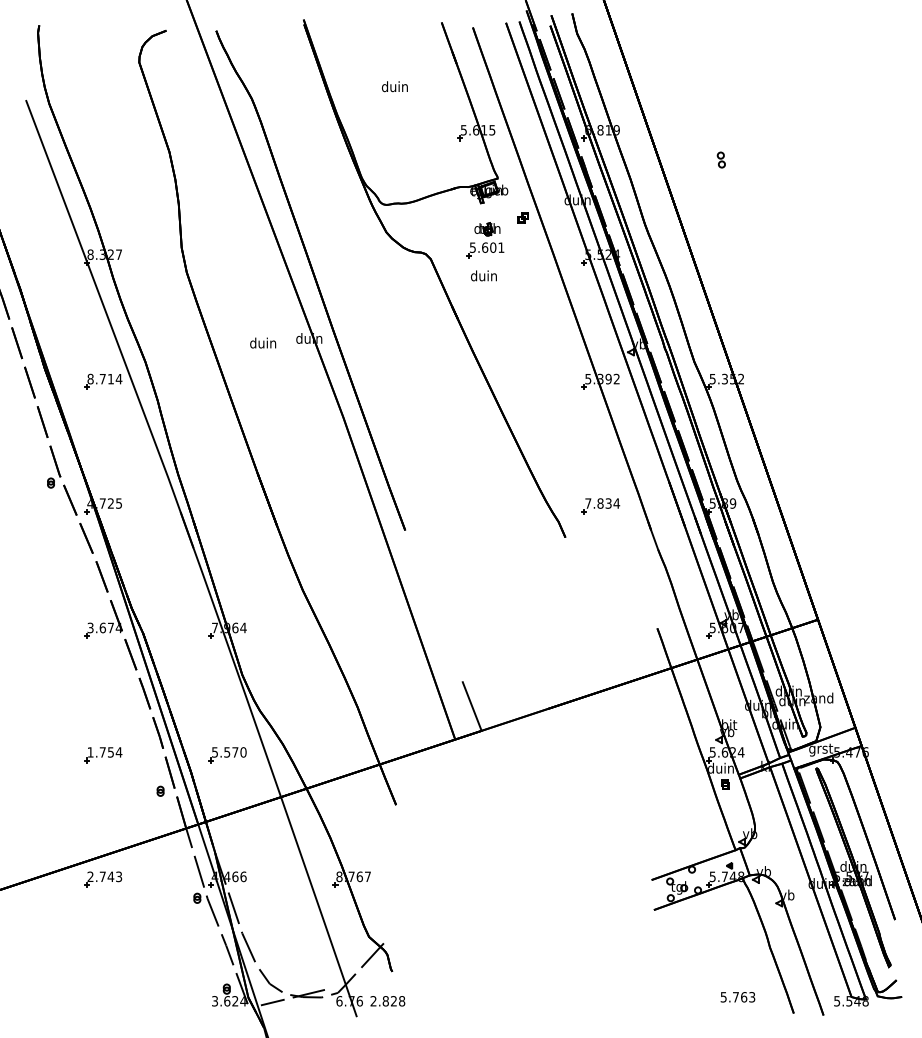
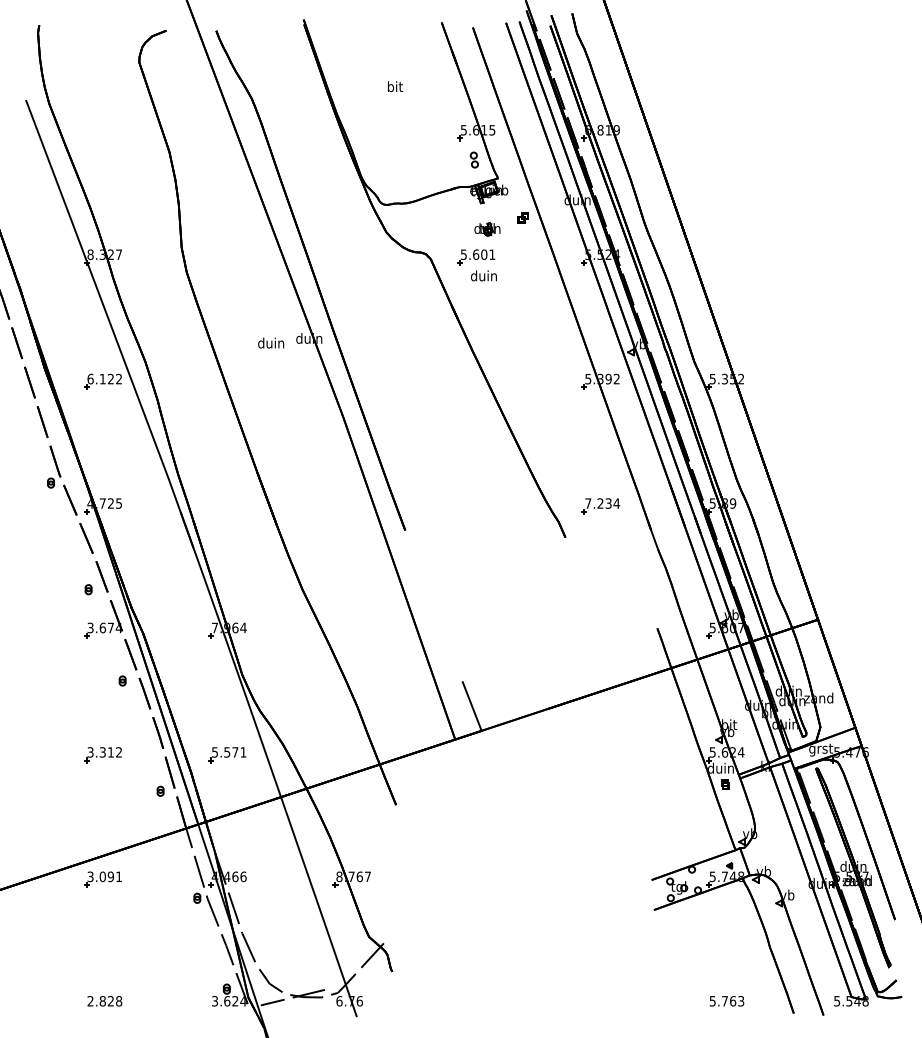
text at (394, 86): duin -> bit
part at (720, 159) position: (720, 159) -> (473, 159)
part at (485, 250) position: (485, 250) -> (476, 257)
text at (263, 342) position: (263, 342) -> (271, 342)
text at (104, 378): 8.714 -> 6.122
text at (600, 503): 7.834 -> 7.234
part at (88, 589): none -> present
part at (122, 680): none -> present
text at (104, 752): 1.754 -> 3.312
text at (243, 752): 5.570 -> 5.571
text at (104, 876): 2.743 -> 3.091
text at (737, 997) position: (737, 997) -> (726, 1001)
text at (387, 1001) position: (387, 1001) -> (104, 1001)
